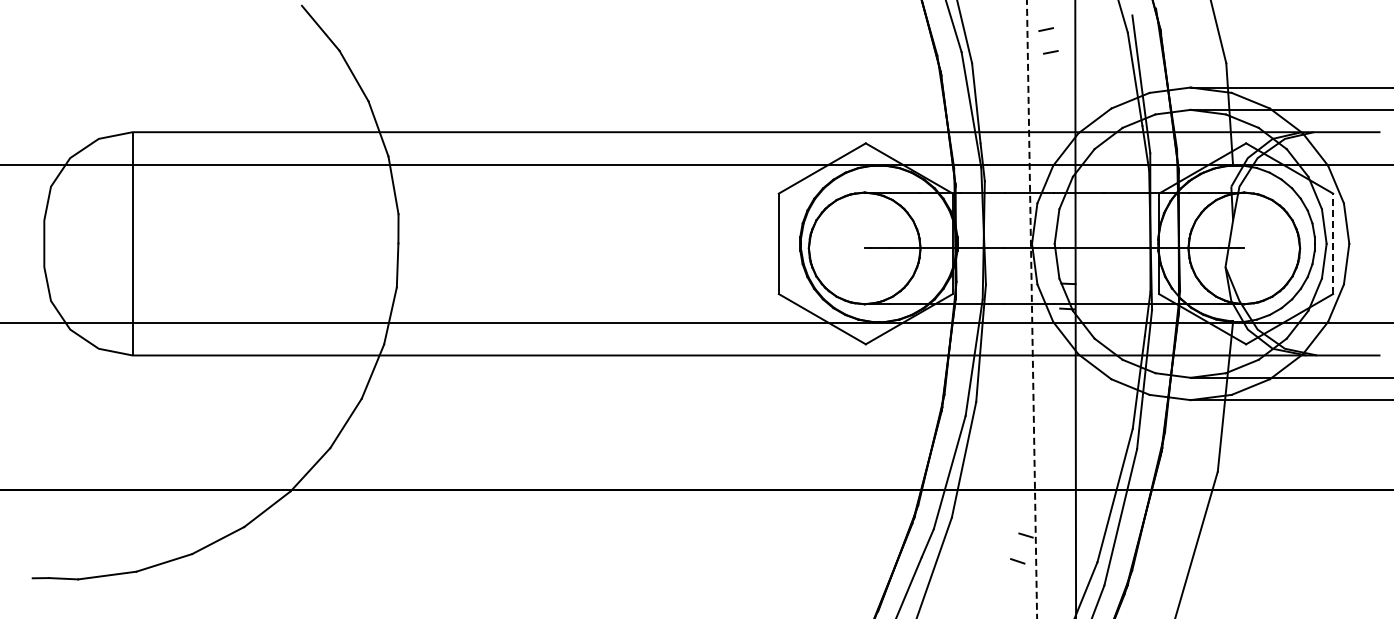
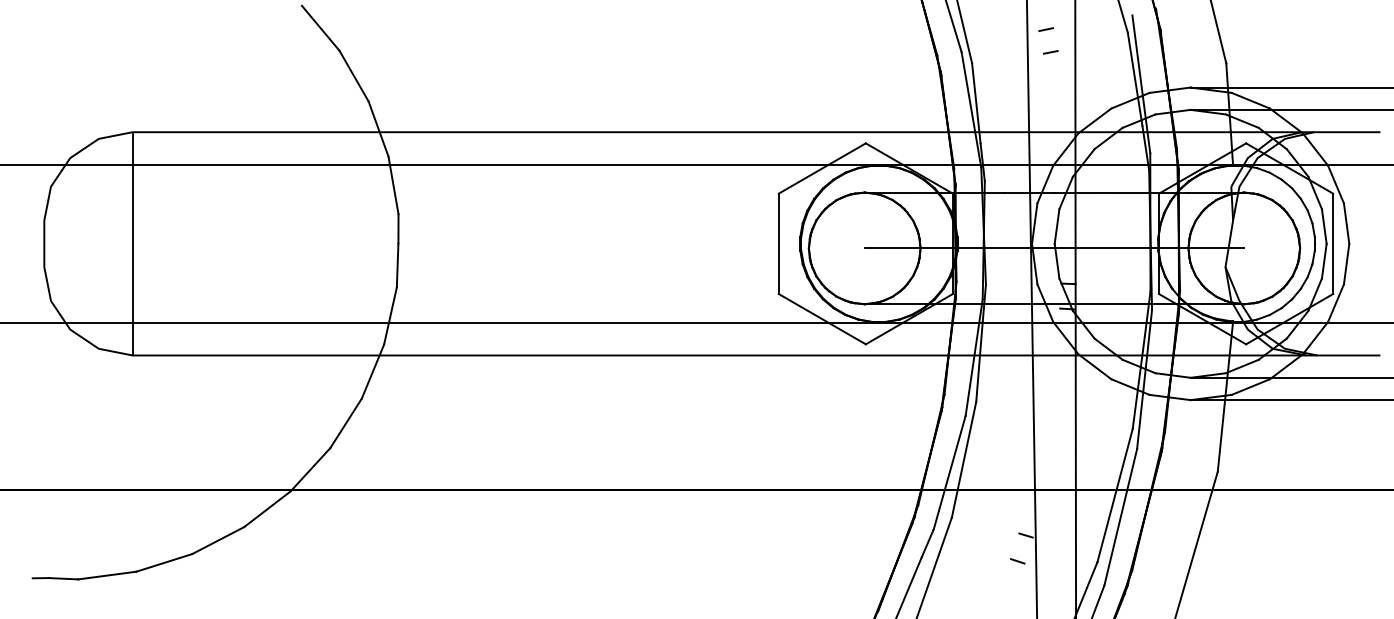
line at (1333, 243): dashed -> solid
line at (1032, 308): dashed -> solid
